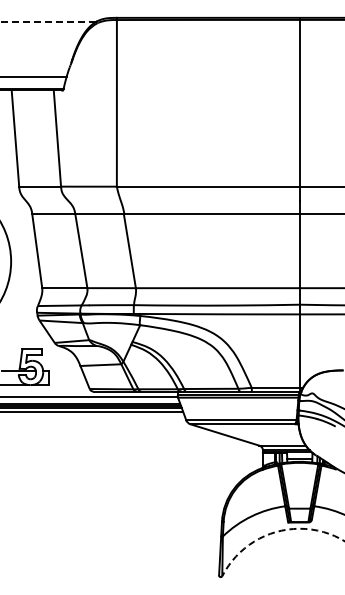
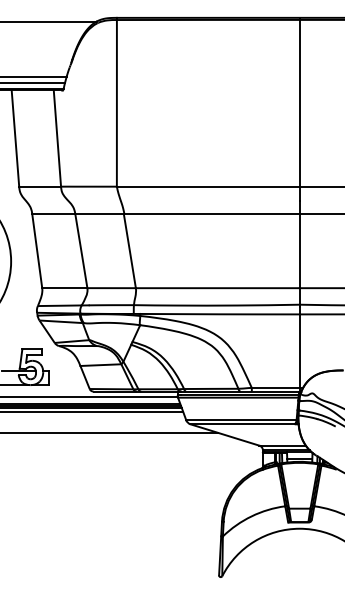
line at (47, 22): dashed -> solid
line at (33, 83): none -> present
line at (110, 432): none -> present
arc at (275, 532): dashed -> solid
